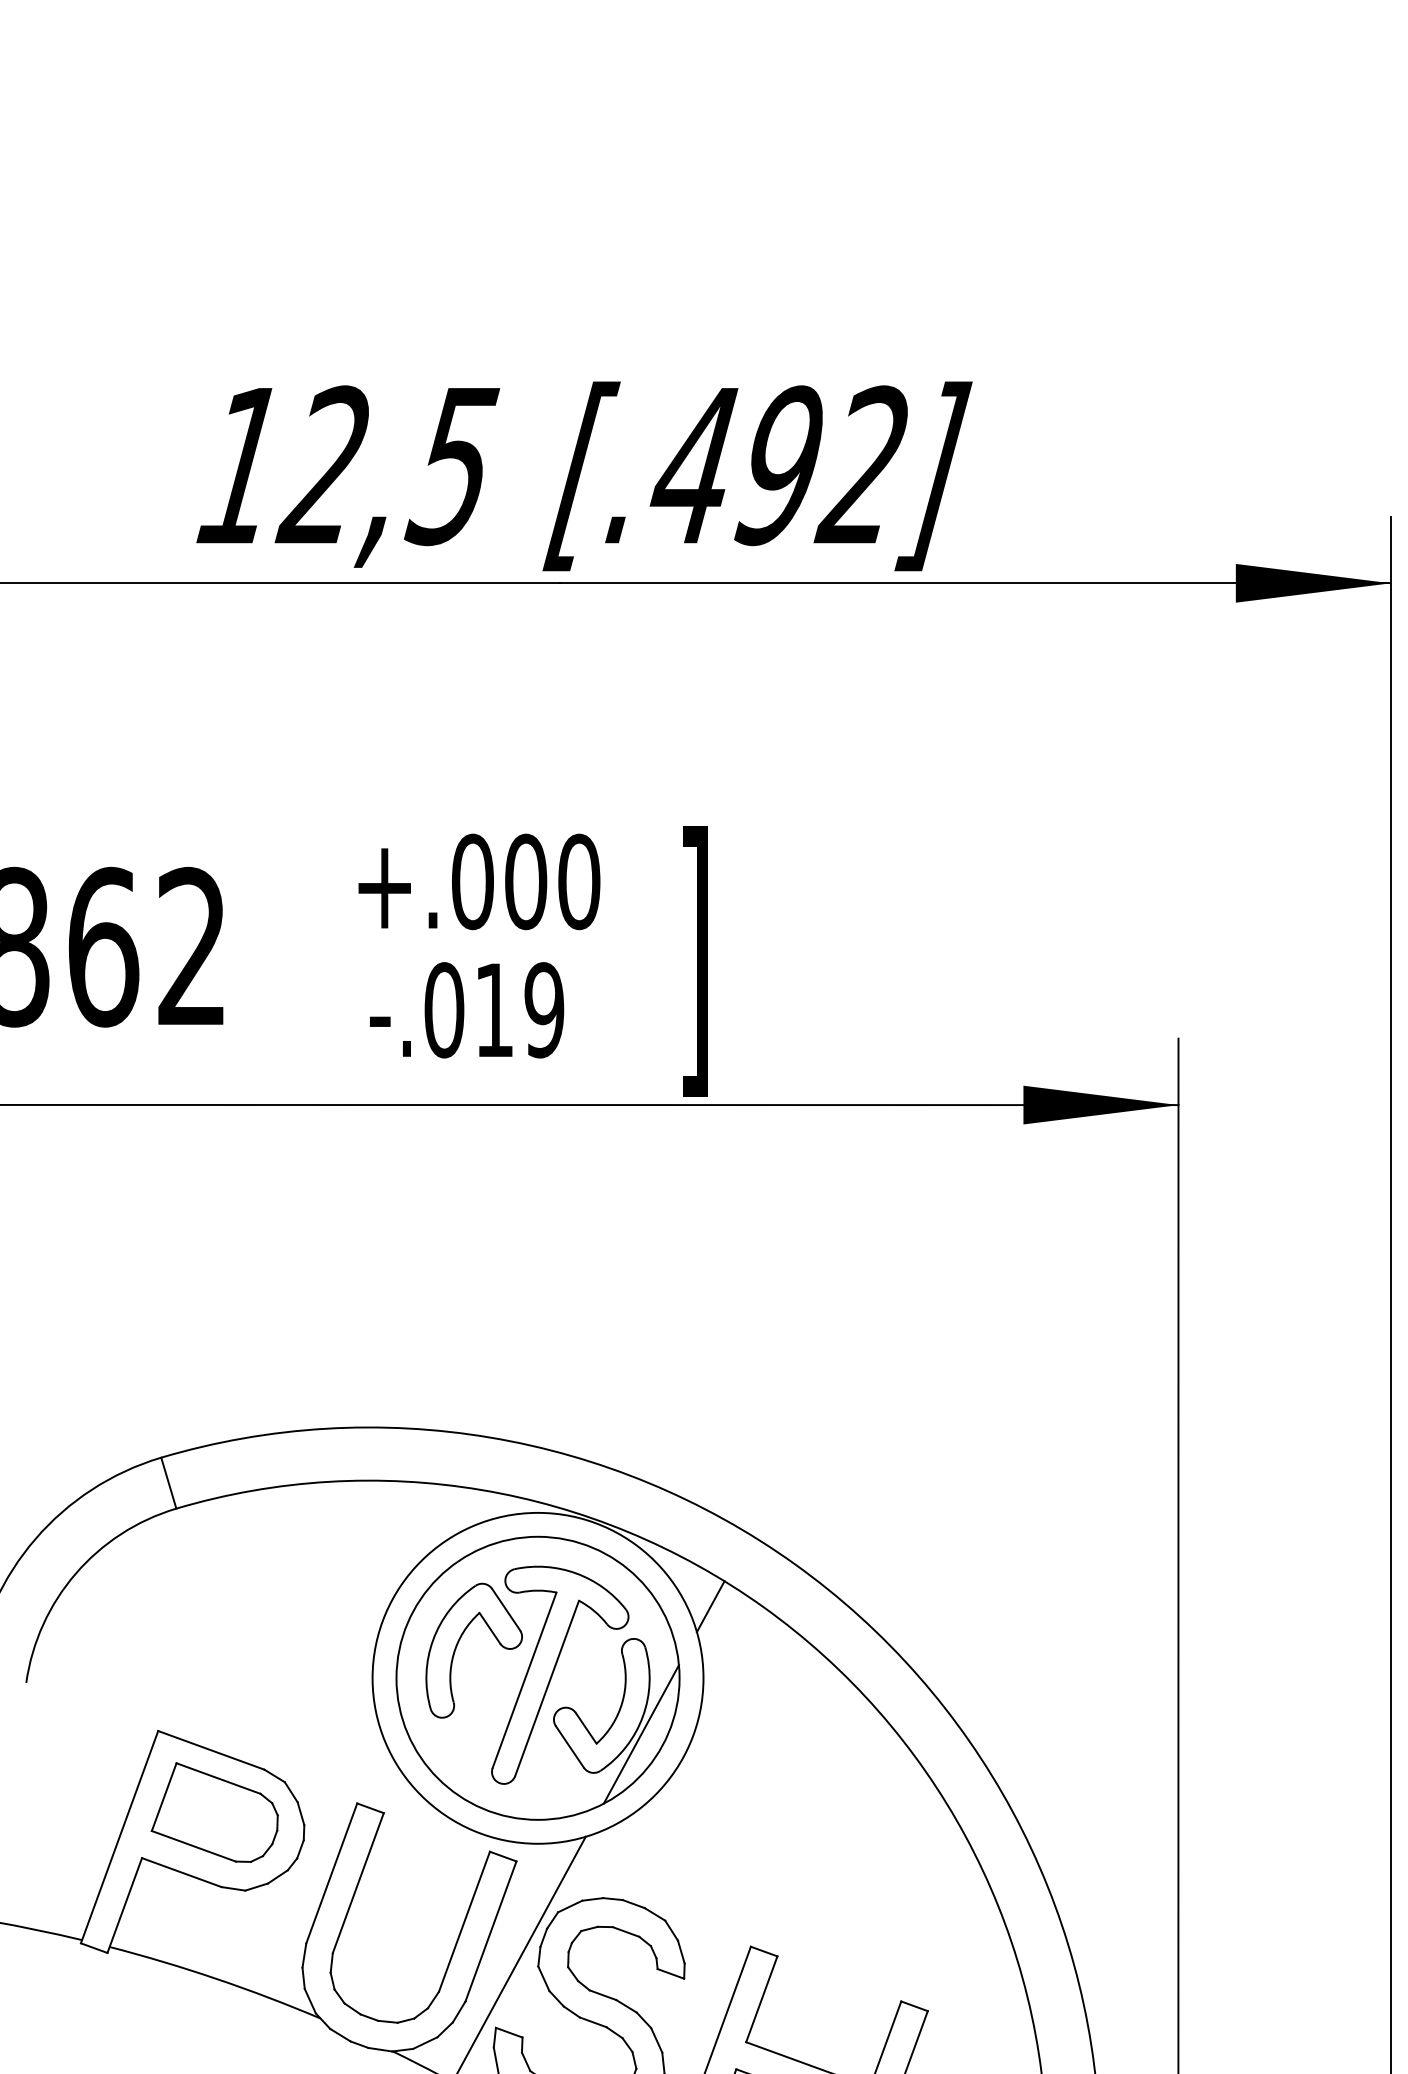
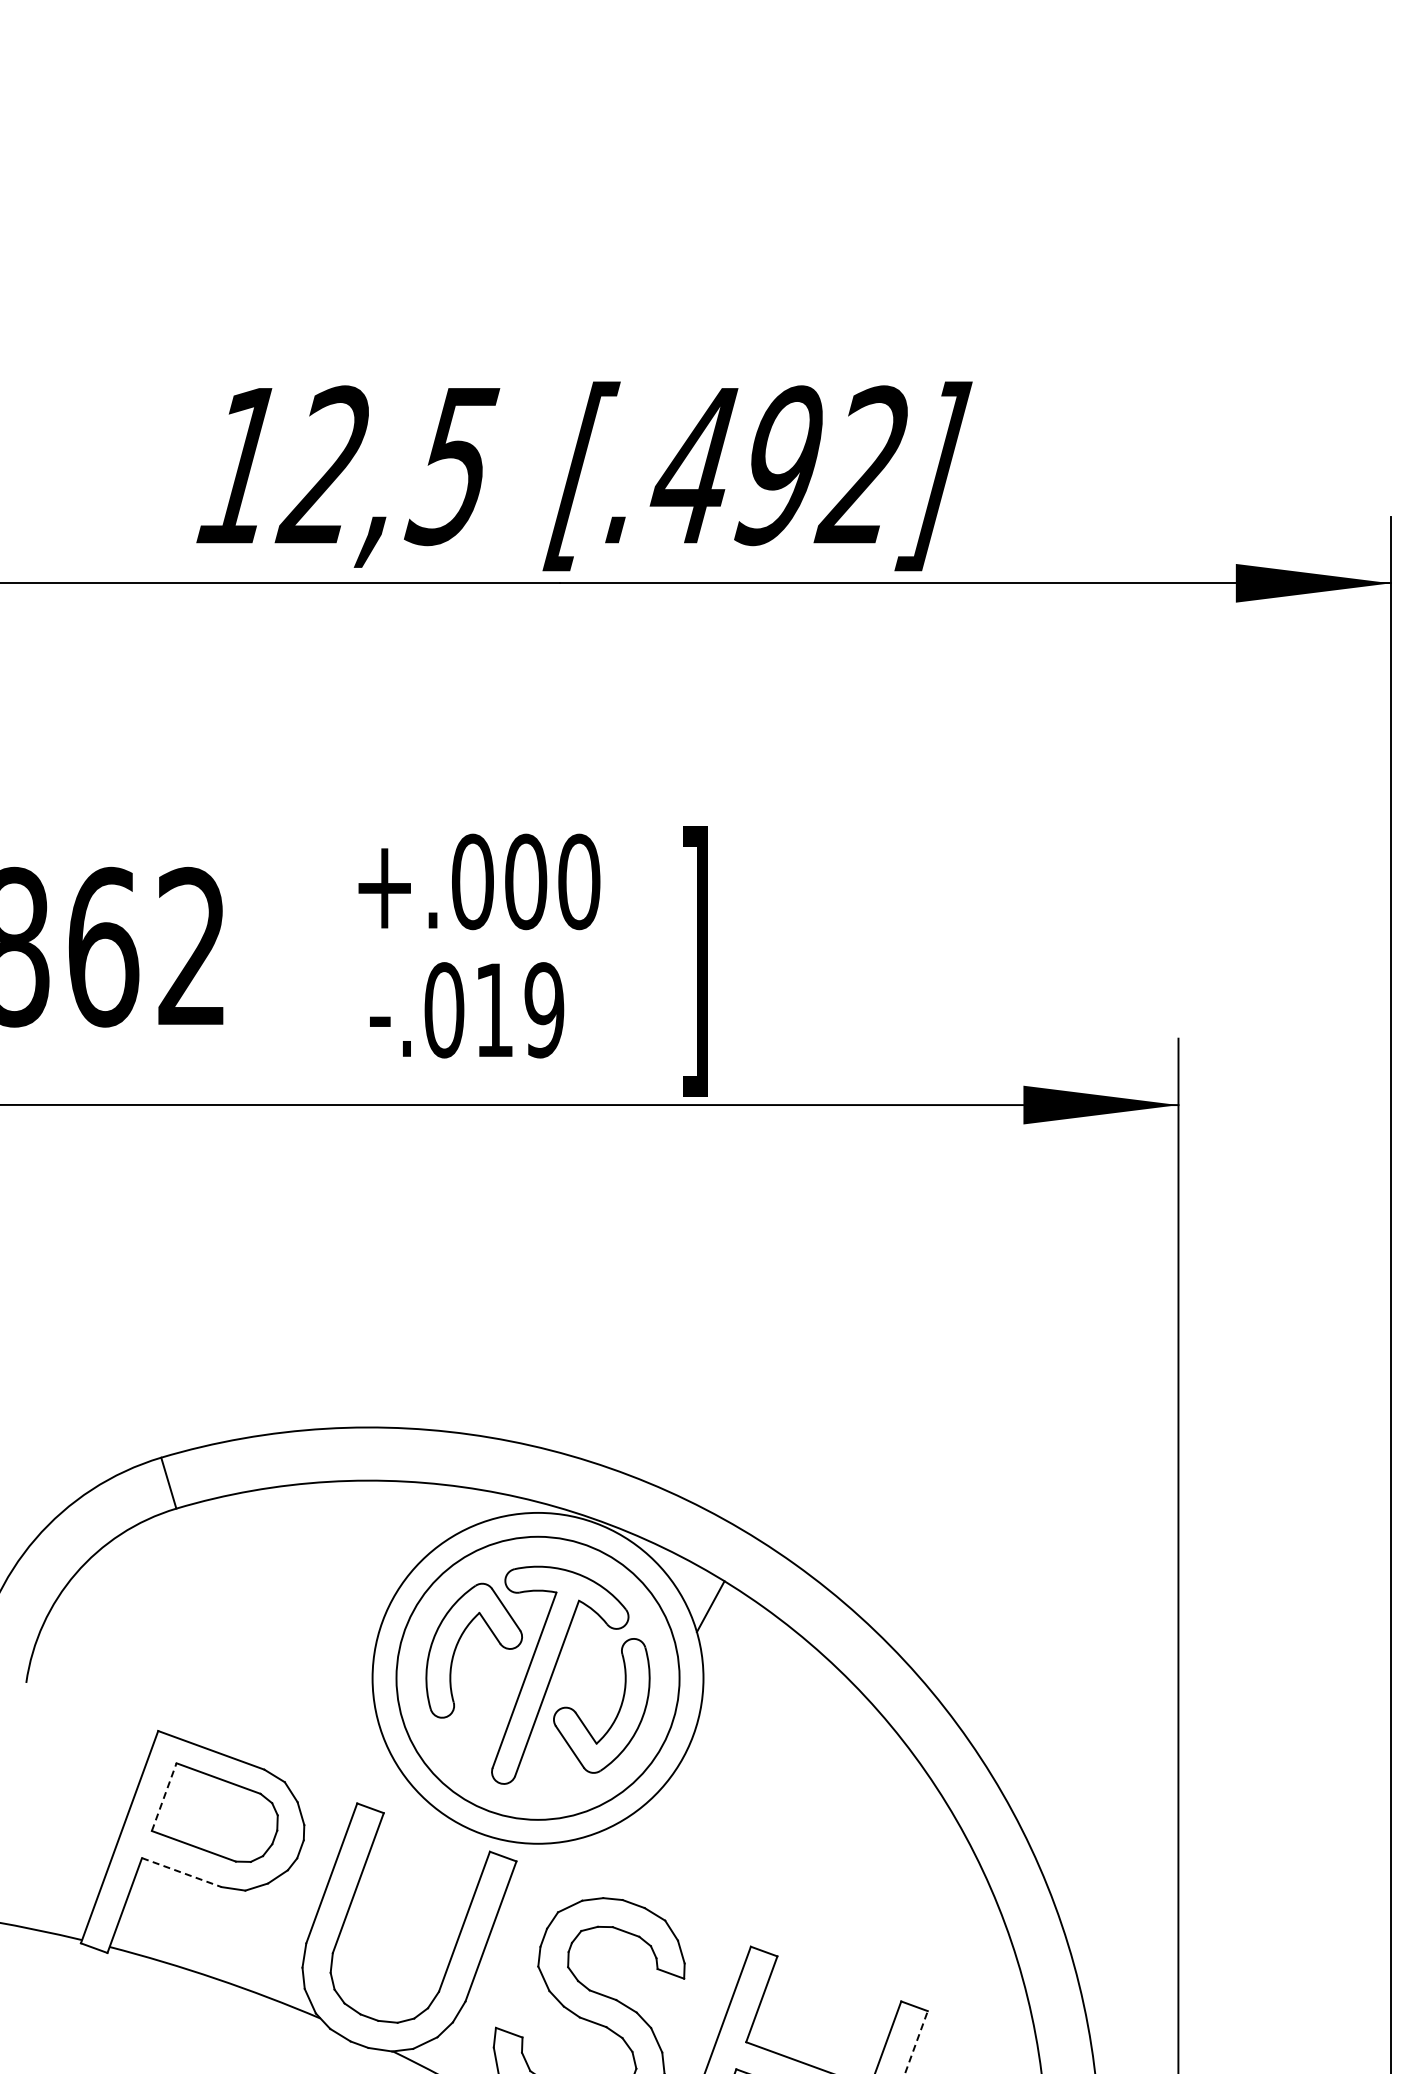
line at (640, 1734): present -> none
line at (164, 1796): solid -> dashed
line at (182, 1872): solid -> dashed
line at (521, 1953): present -> none
line at (916, 2042): solid -> dashed
